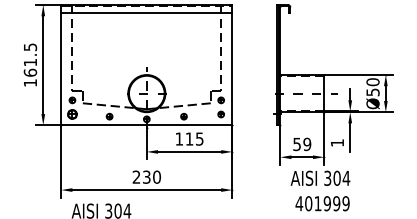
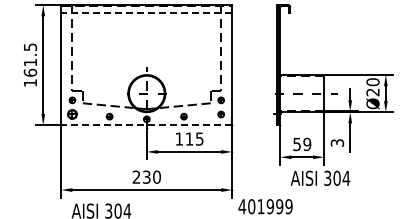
line at (146, 12): solid -> dashed
text at (372, 92): Ø50 -> Ø20
line at (146, 125): solid -> dashed
text at (337, 142): 1 -> 3
text at (322, 203) position: (322, 203) -> (265, 206)
